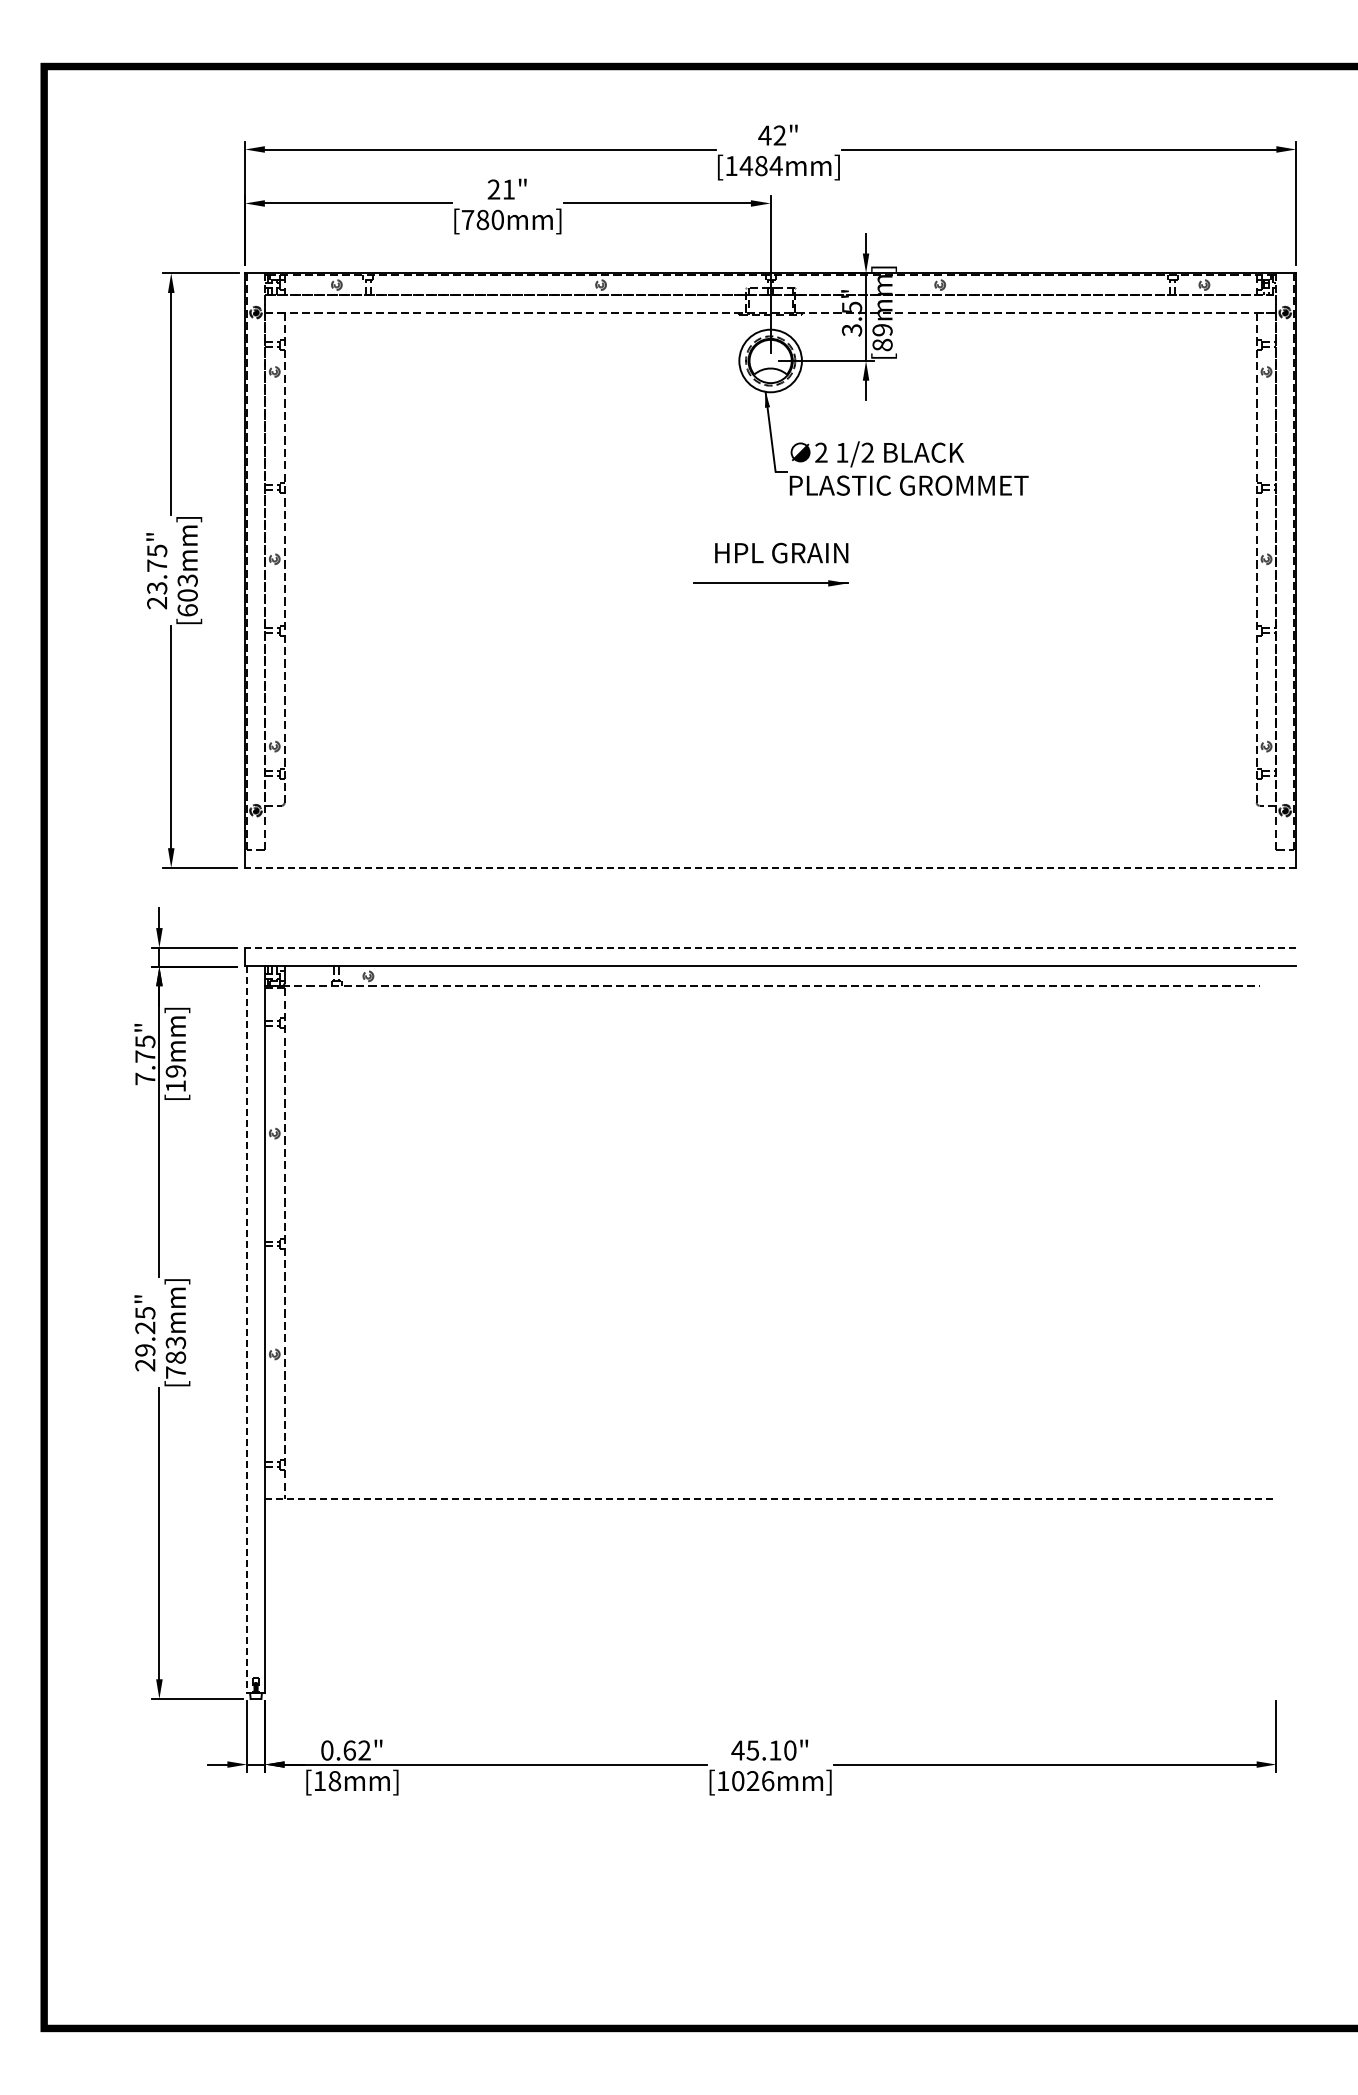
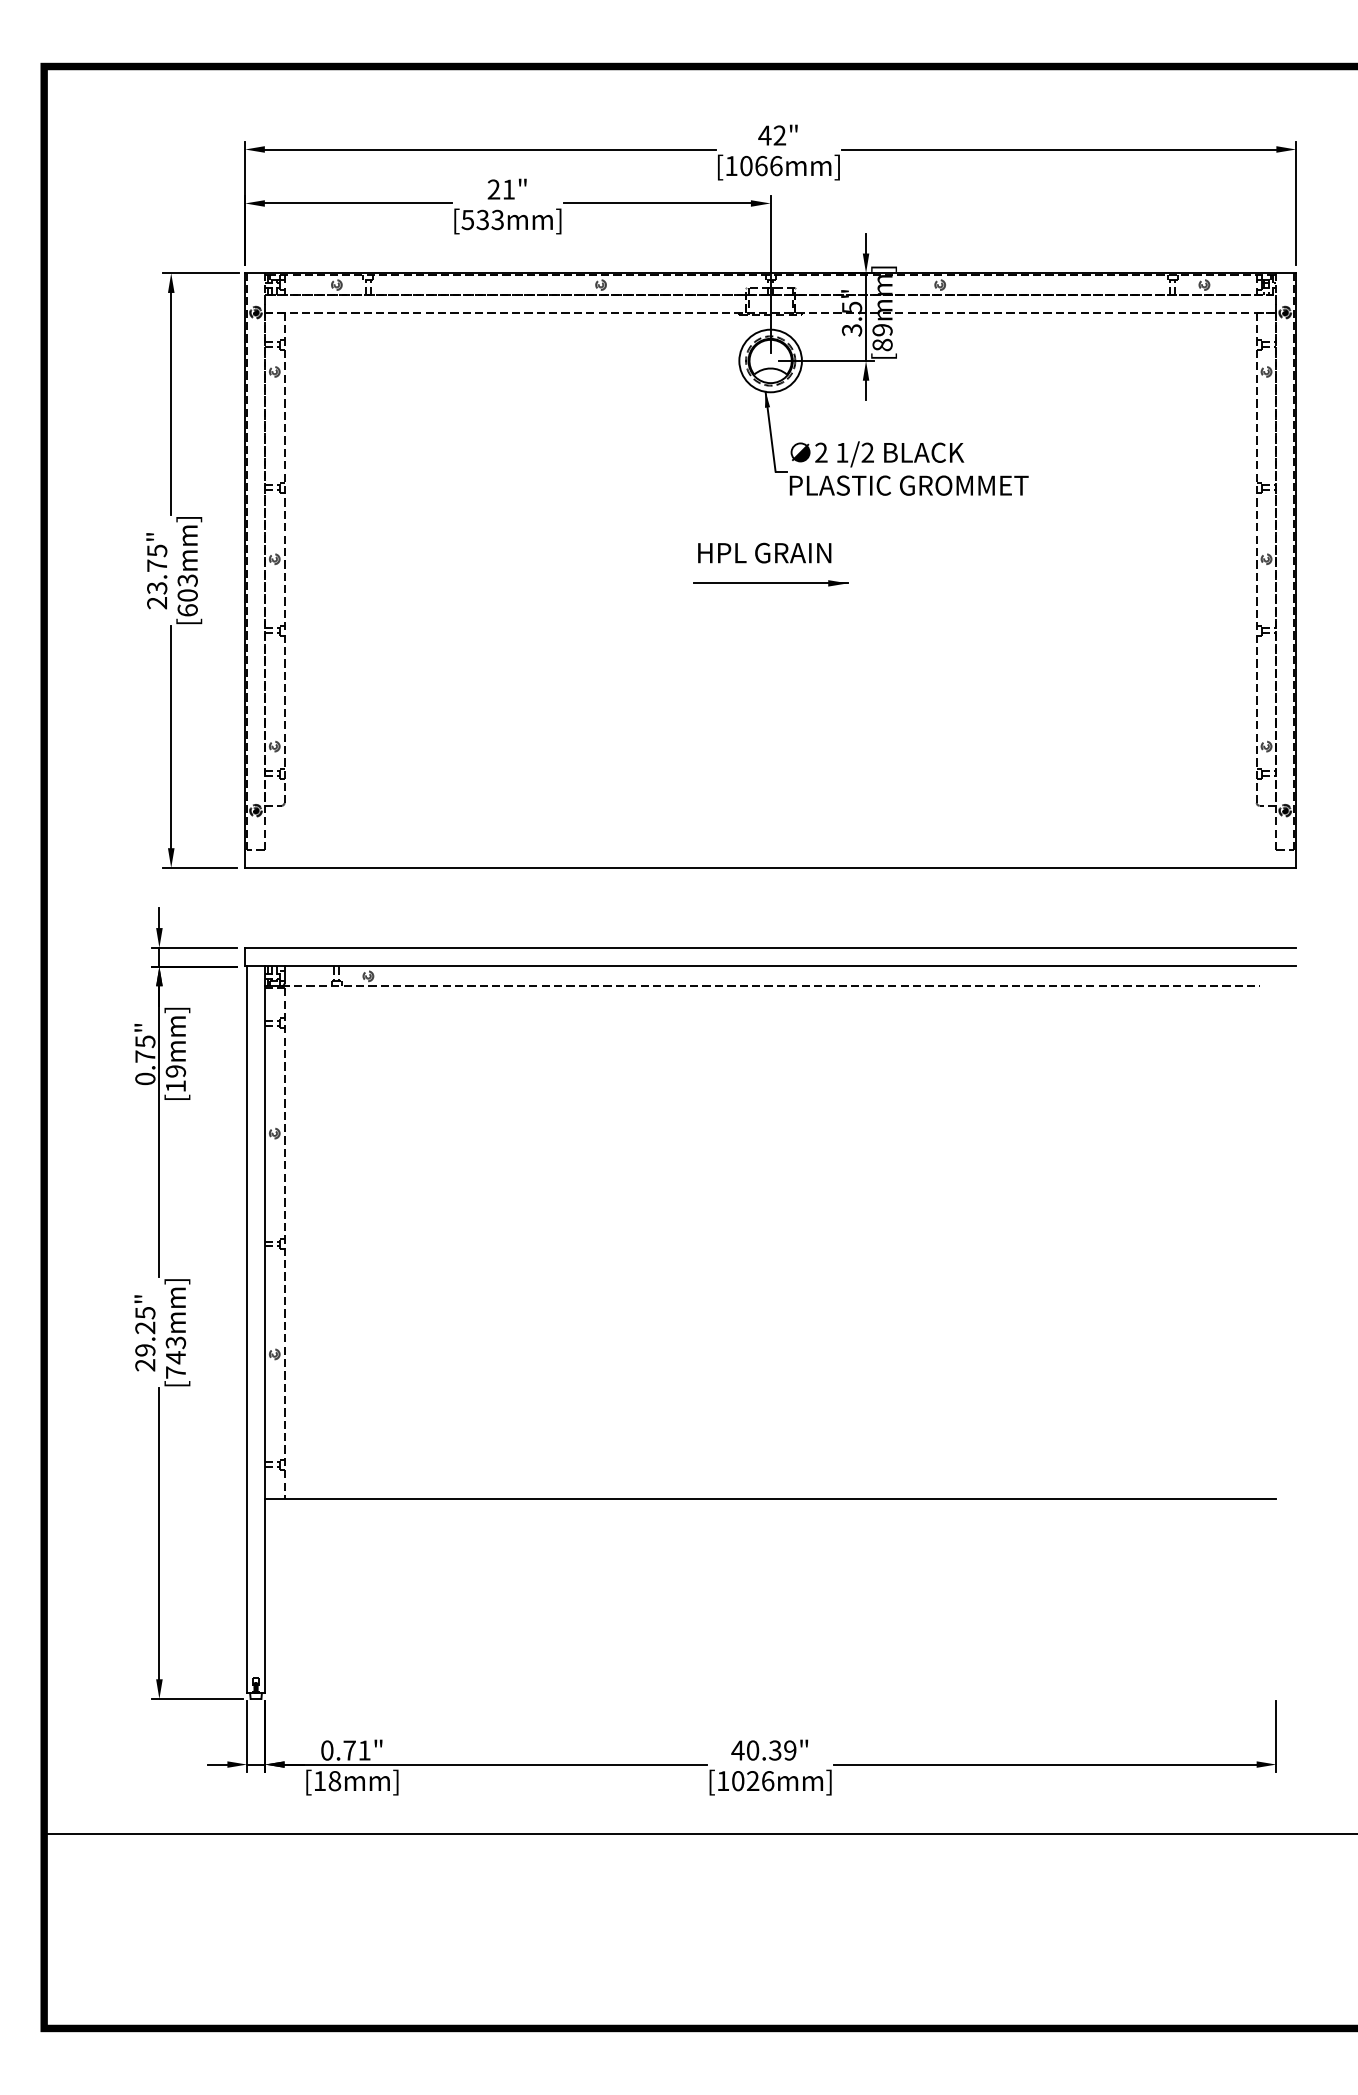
text at (760, 165): [1484mm] -> [1066mm]
text at (482, 219): [780mm] -> [533mm]
text at (781, 552) position: (781, 552) -> (764, 552)
line at (770, 867): dashed -> solid
line at (770, 947): dashed -> solid
text at (145, 1078): 7.75" -> 0.75"
line at (247, 1330): dashed -> solid
text at (175, 1357): [783mm] -> [743mm]
line at (770, 1498): dashed -> solid
text at (356, 1750): 0.62" -> 0.71"
text at (771, 1750): 45.10" -> 40.39"
line at (699, 1833): none -> present
